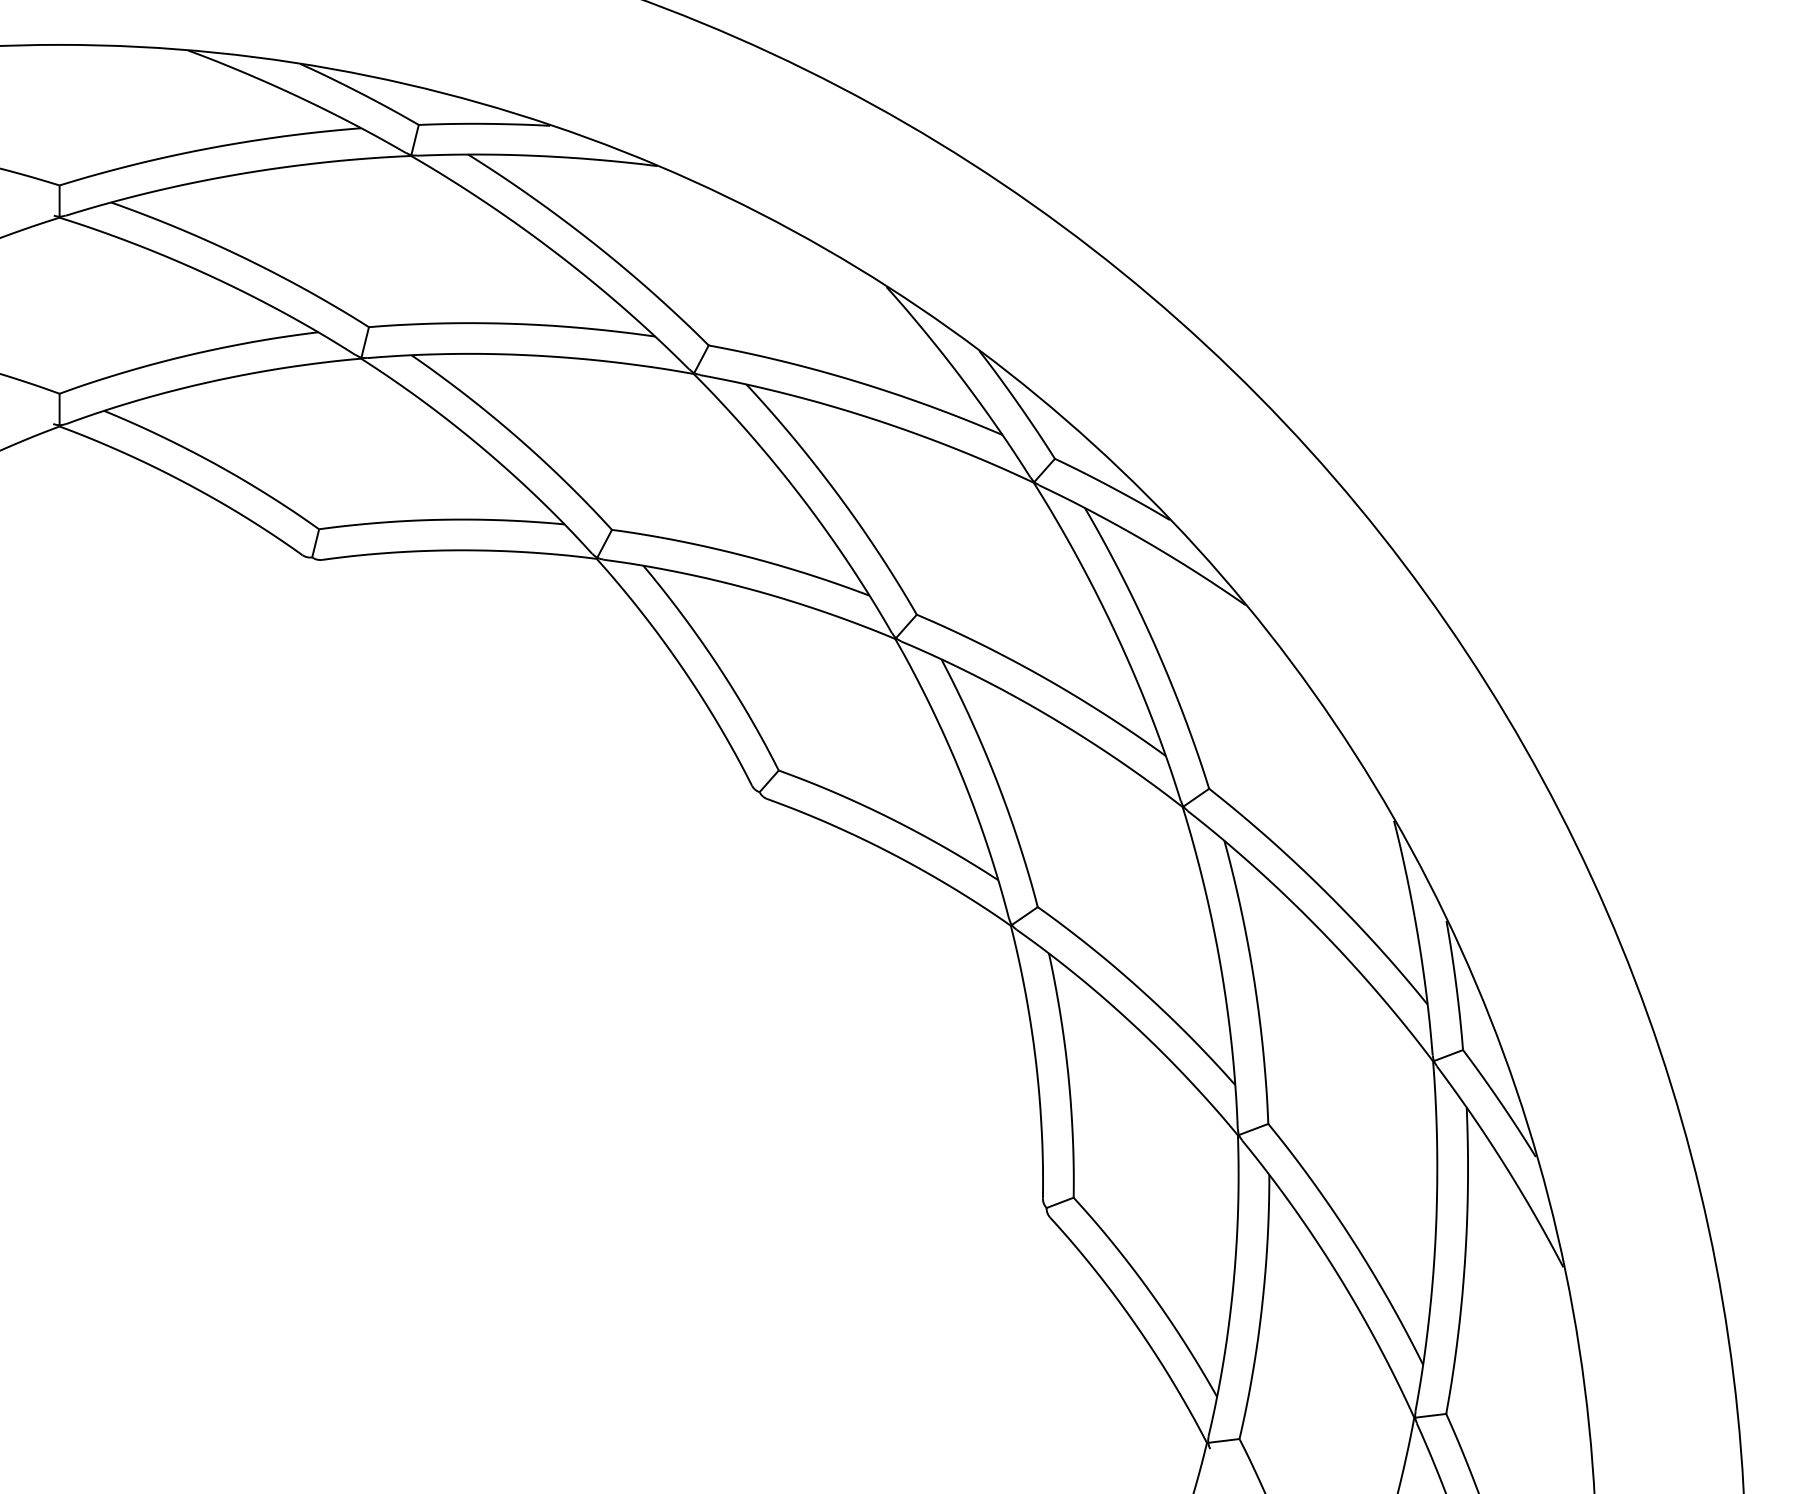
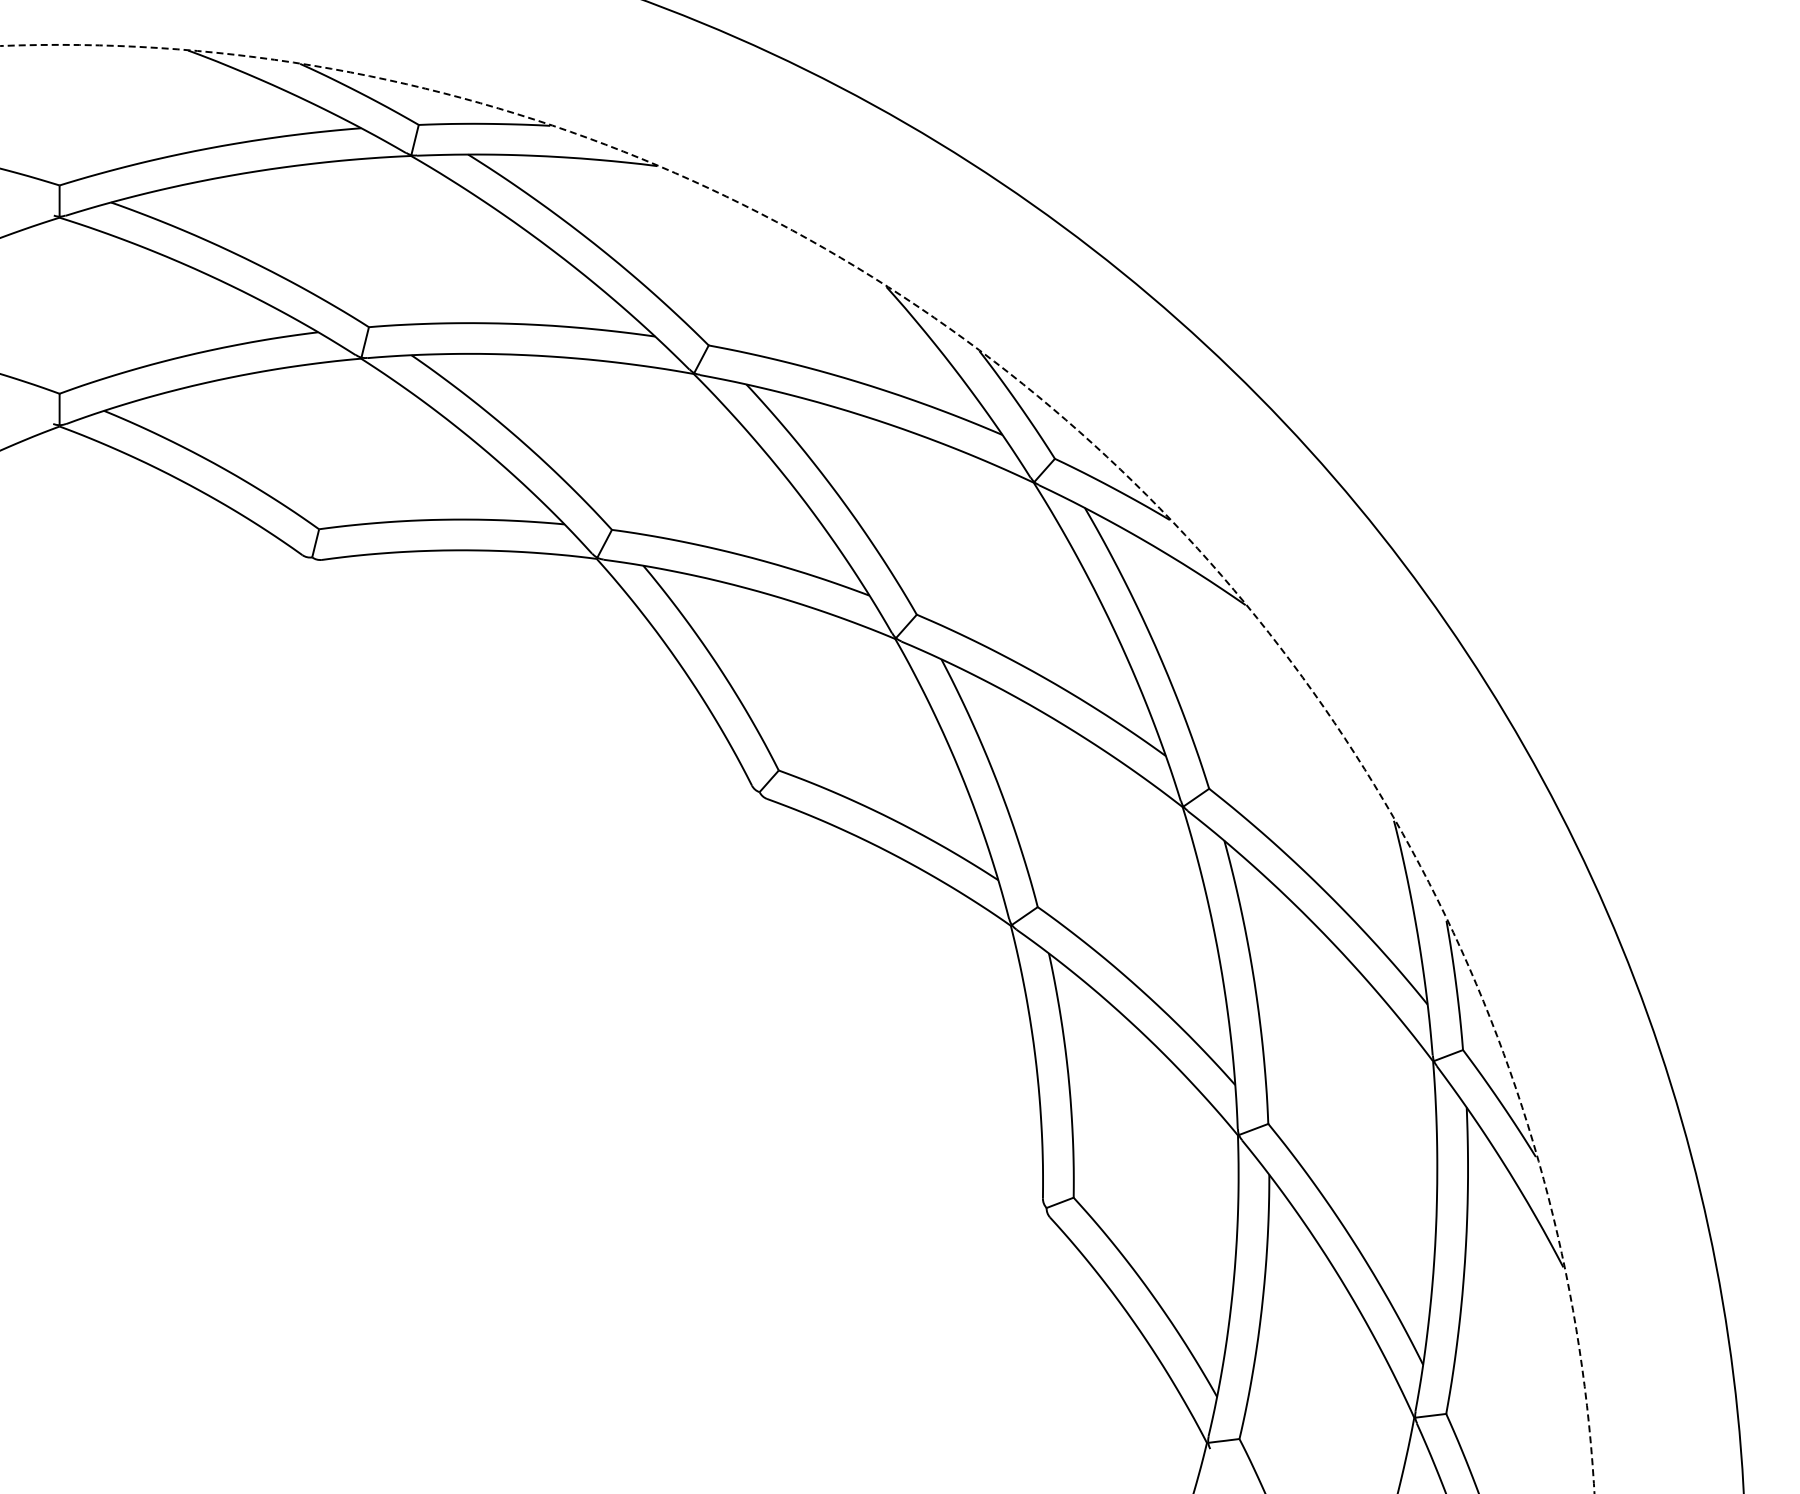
circle at (797, 768): solid -> dashed
